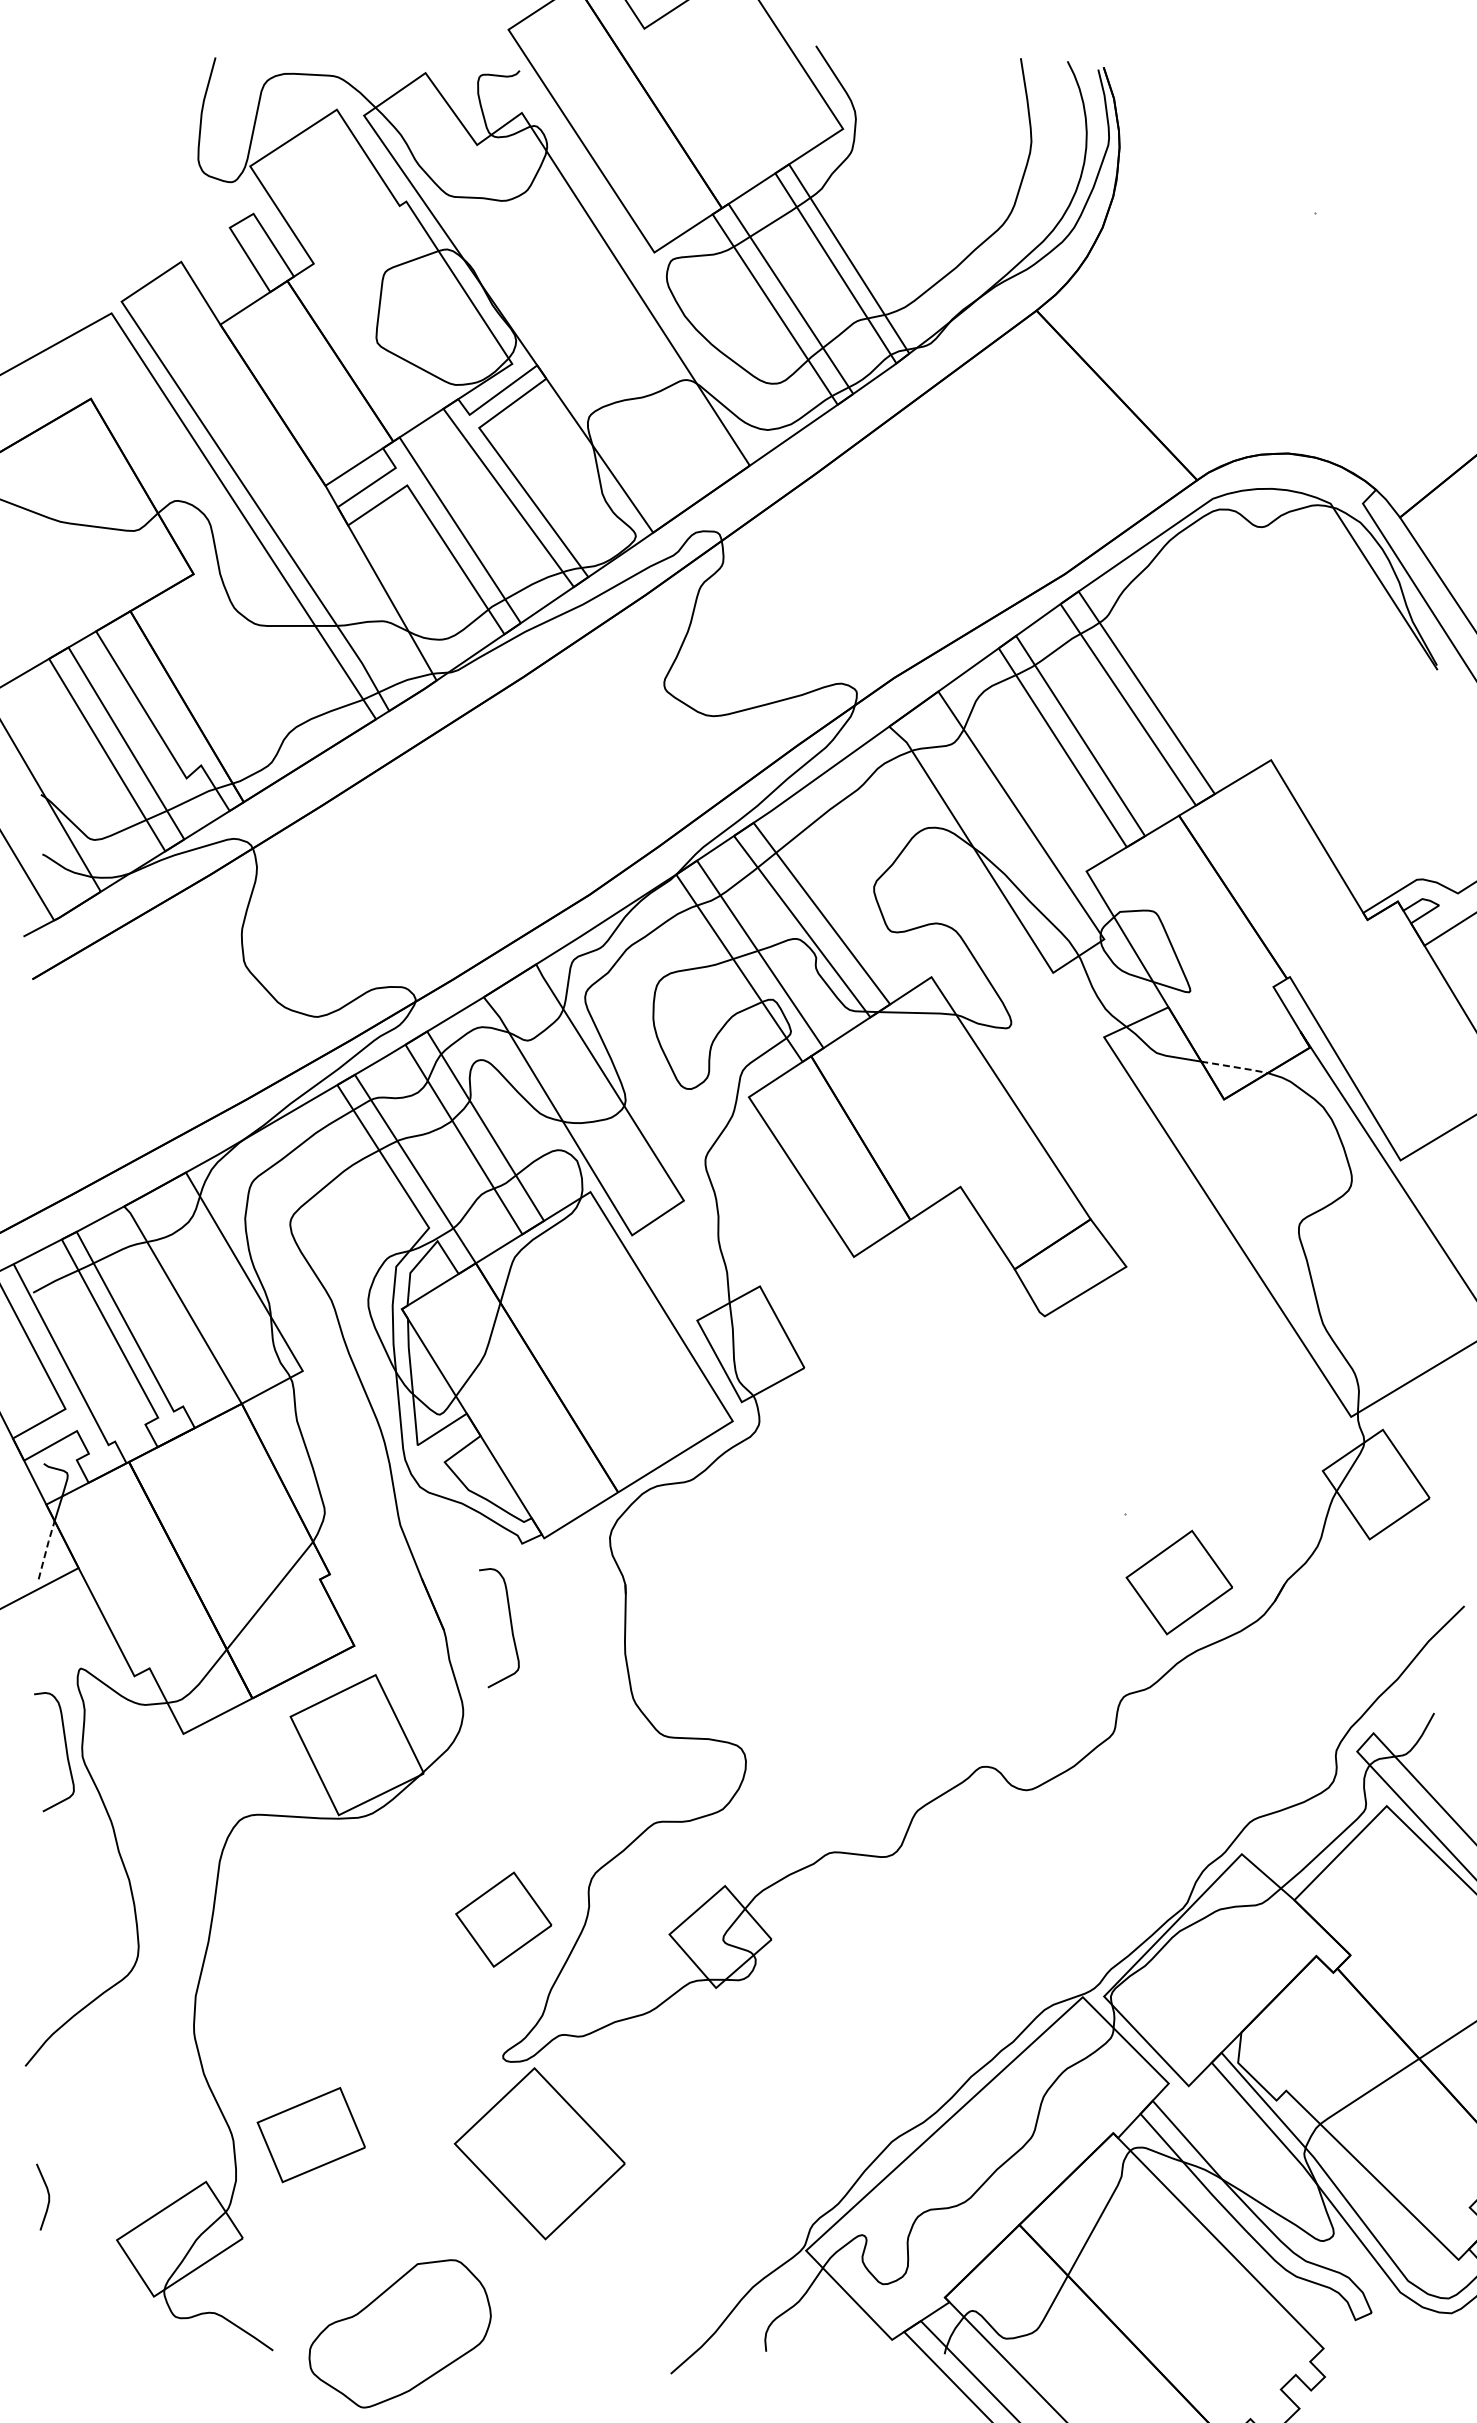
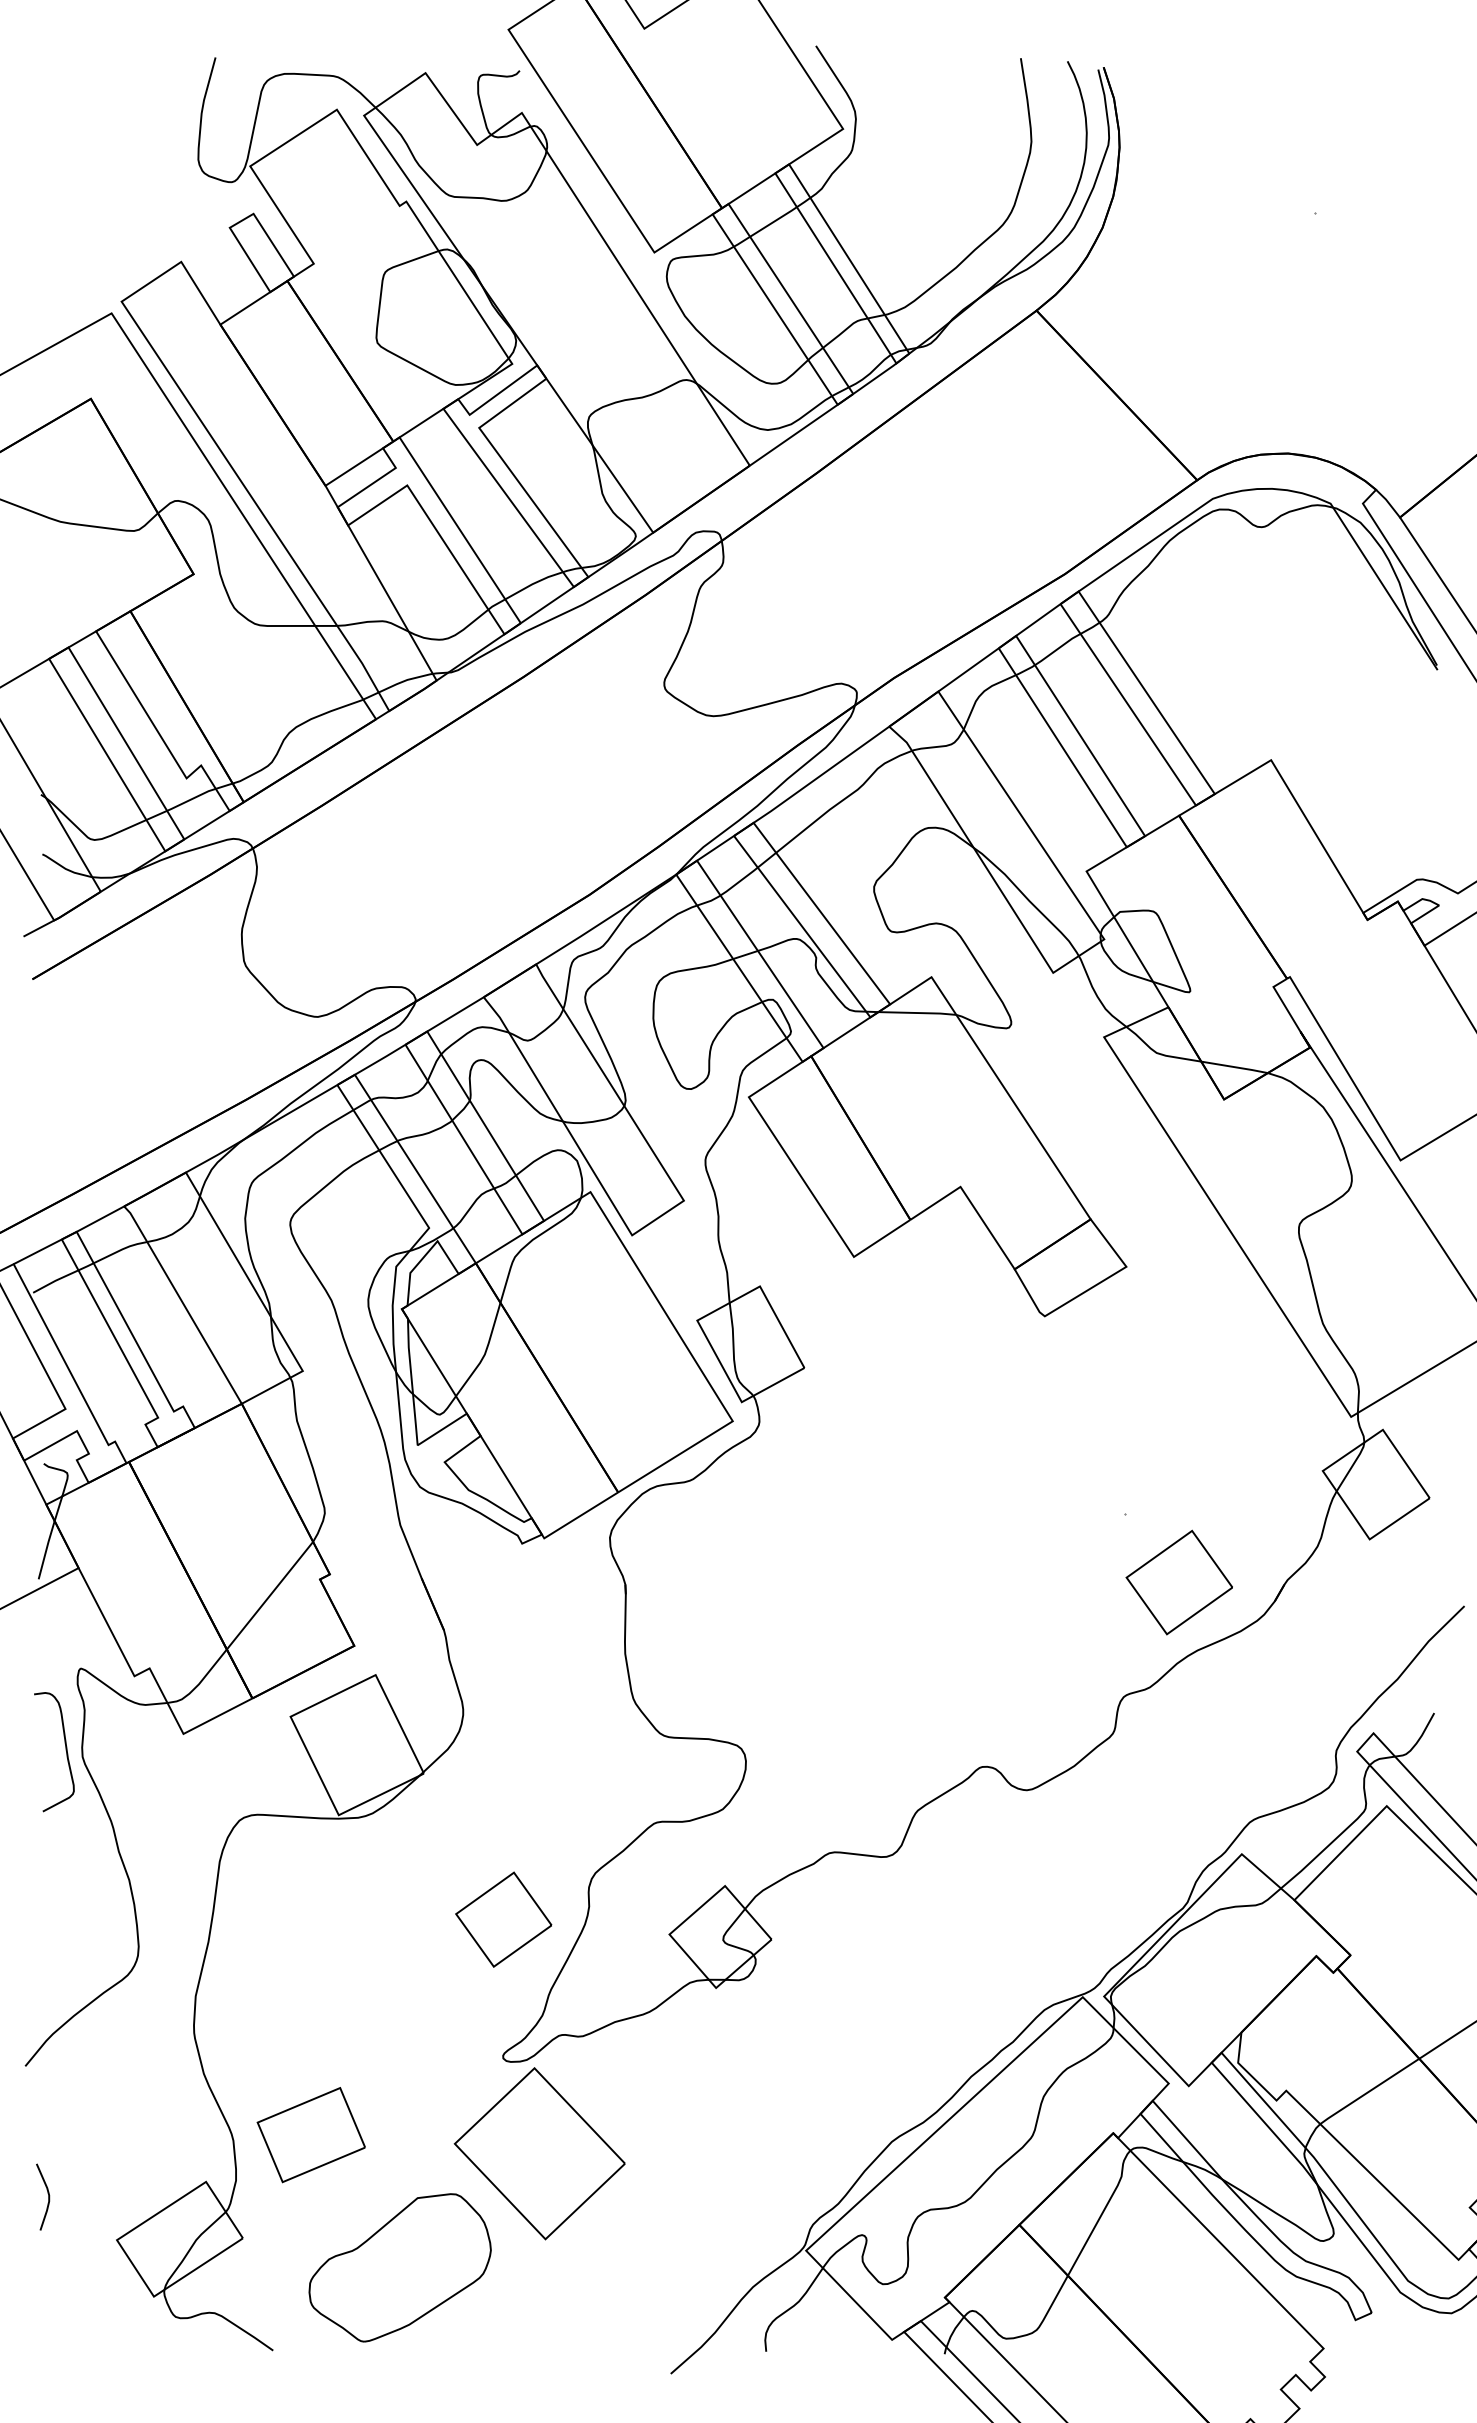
line at (1235, 1067): dashed -> solid
line at (46, 1549): dashed -> solid
curve at (510, 1626): present -> none
part at (399, 2333) position: (399, 2333) -> (399, 2267)
